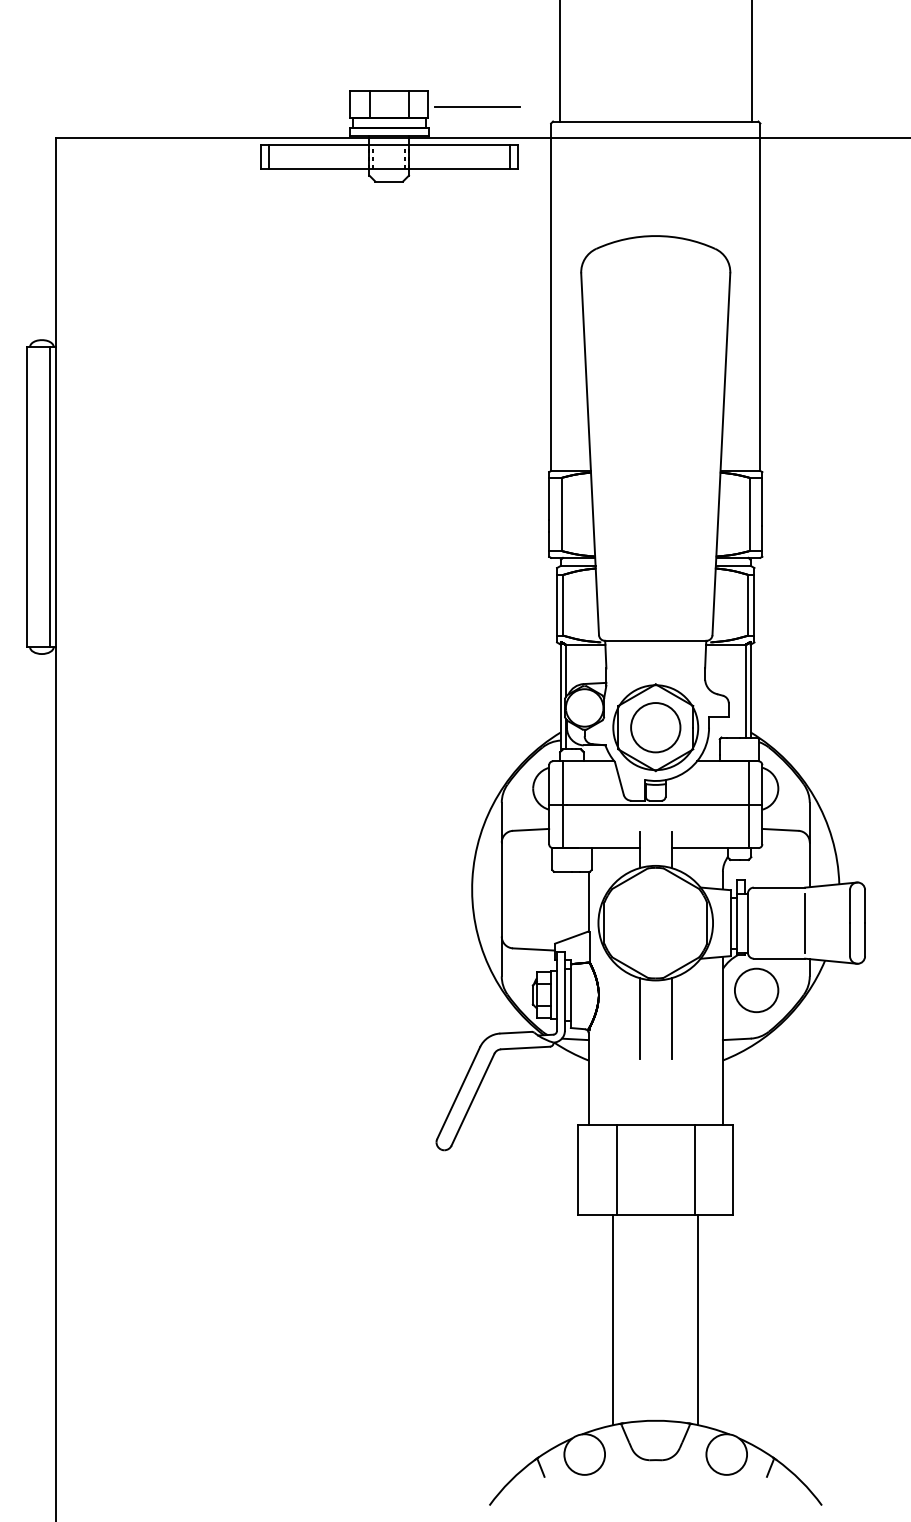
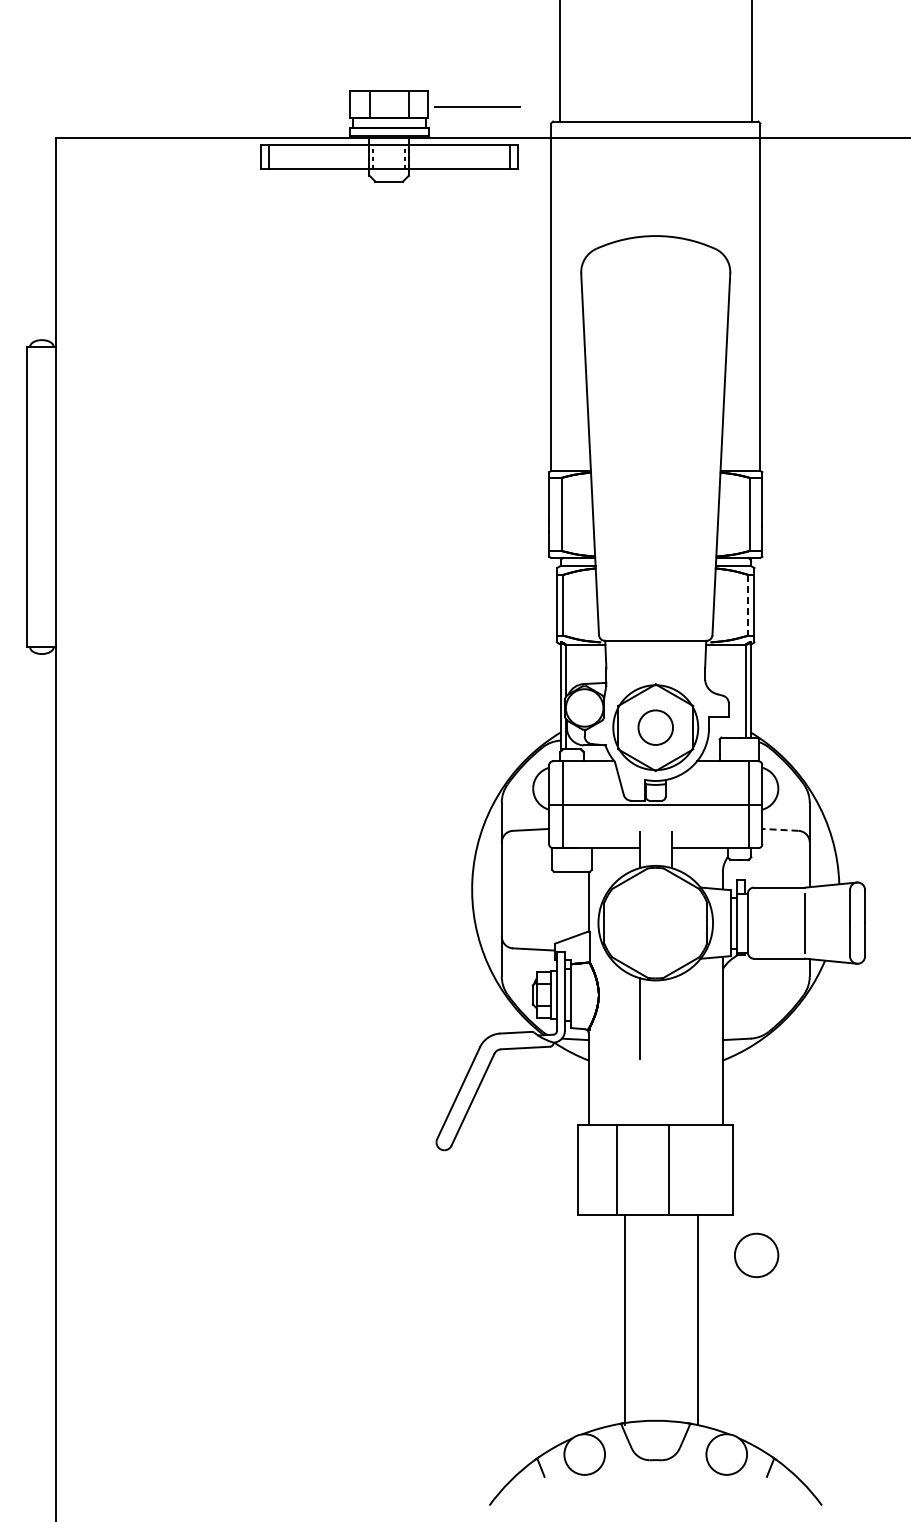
line at (50, 497): present -> none
line at (748, 605): solid -> dashed
circle at (655, 727) diameter: 49 px -> 35 px
line at (779, 829): solid -> dashed
circle at (756, 990) position: (756, 990) -> (756, 1255)
line at (671, 1018): present -> none
line at (694, 1169) position: (694, 1169) -> (668, 1169)
line at (613, 1320) position: (613, 1320) -> (625, 1320)
